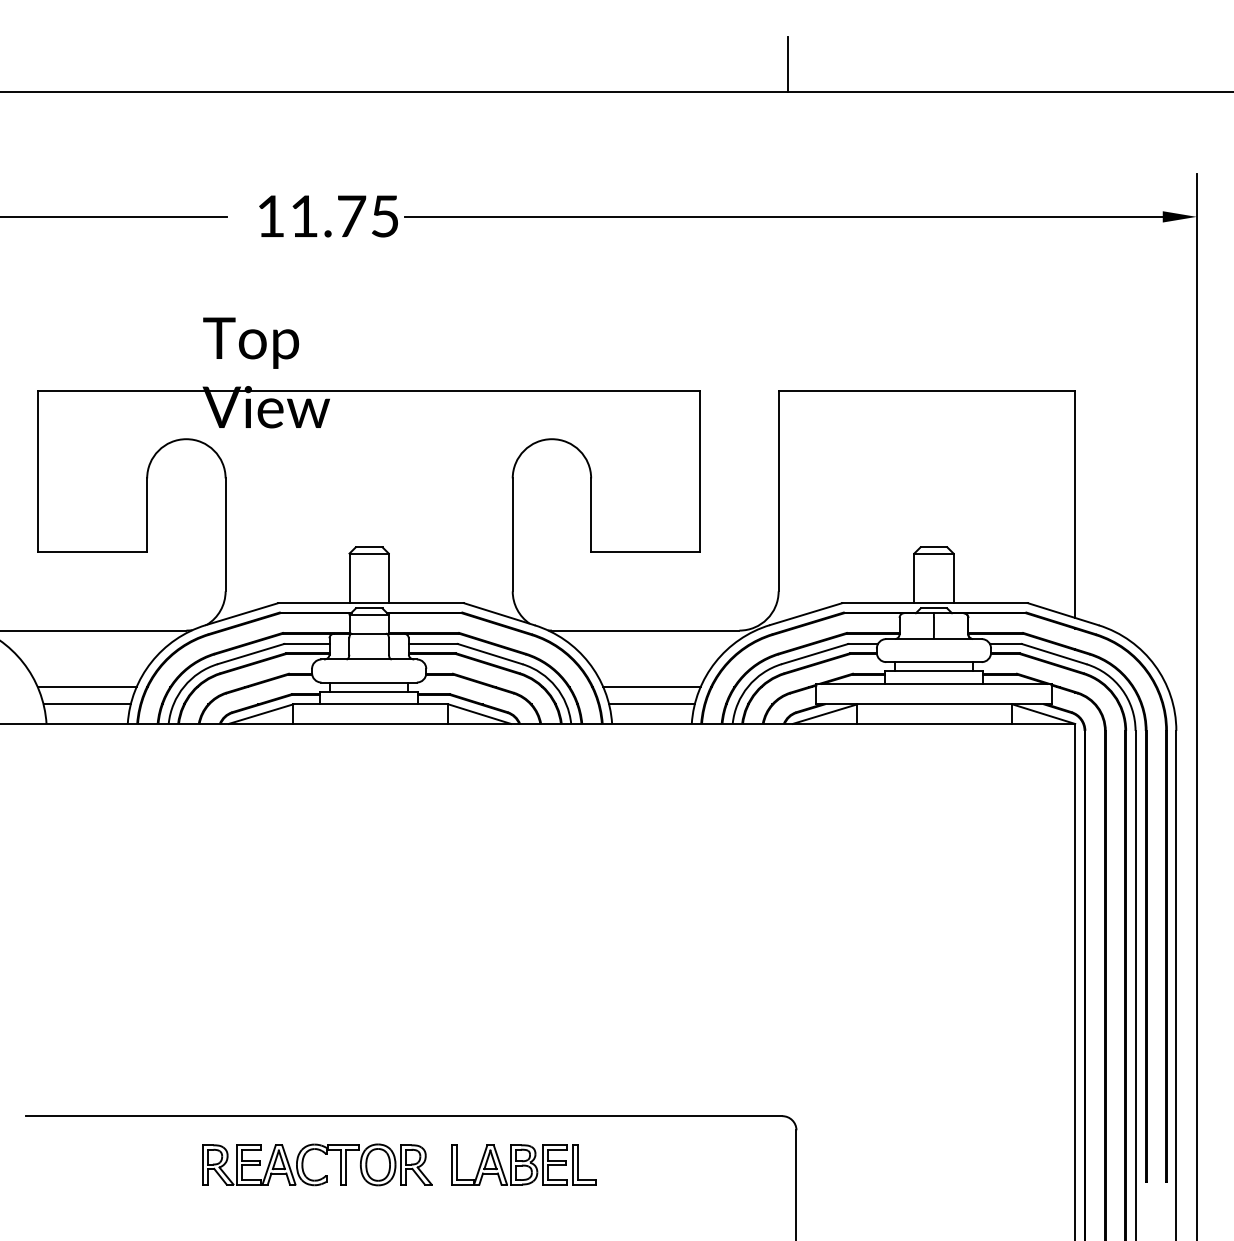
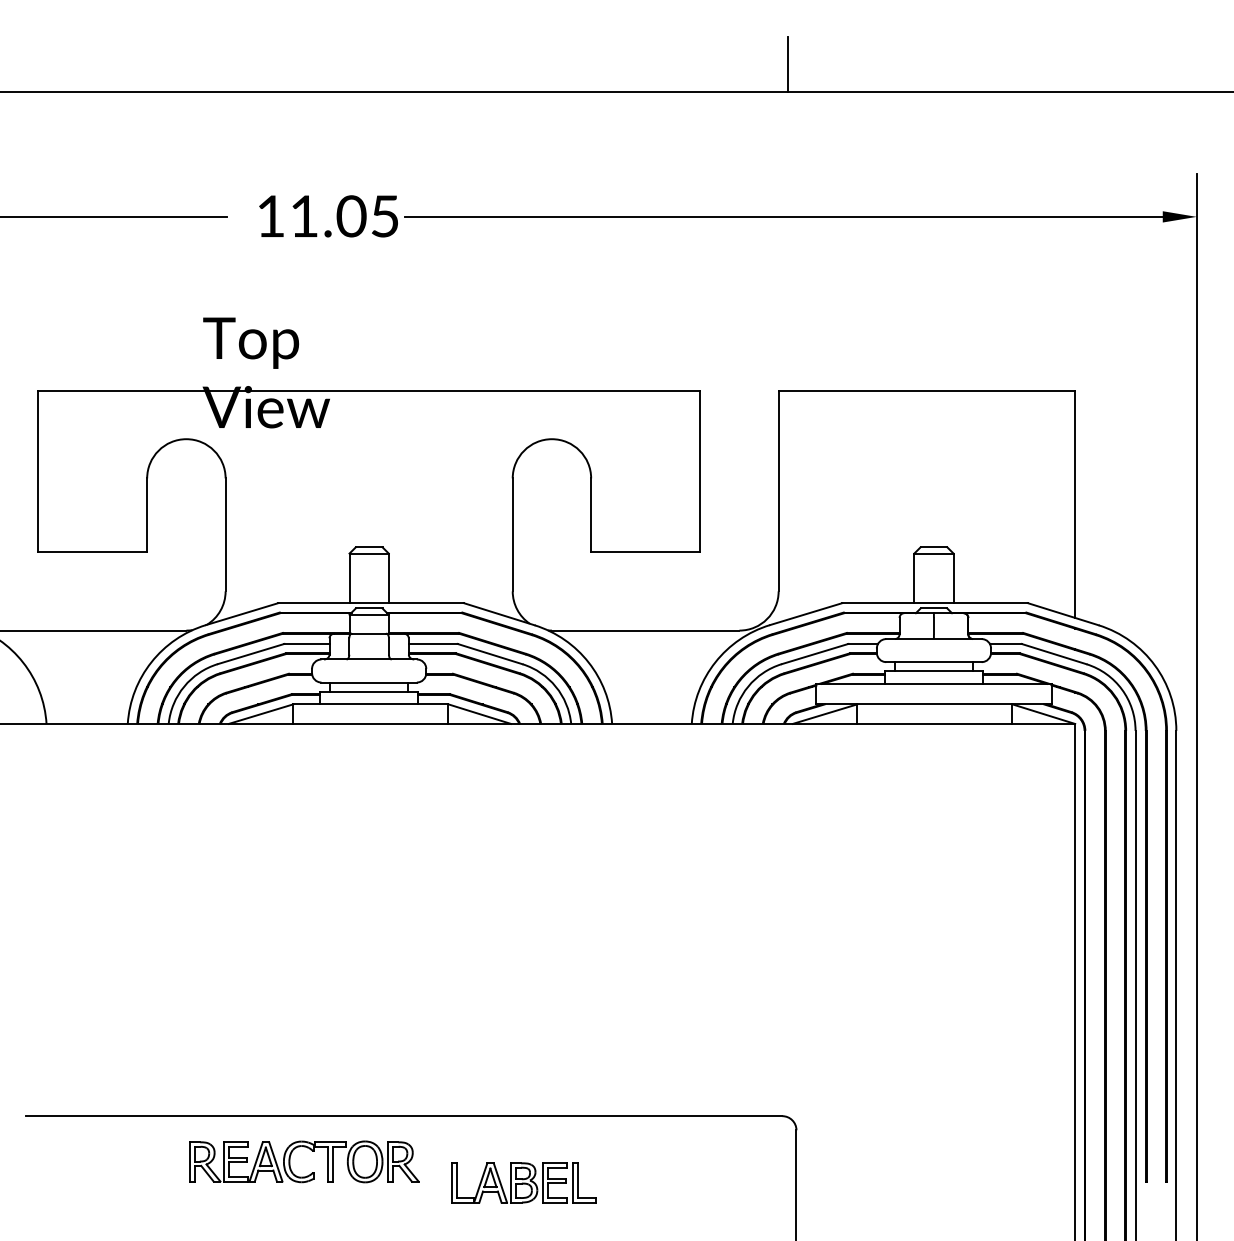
text at (351, 216): 11.75 -> 11.05
line at (86, 687): present -> none
line at (651, 687): present -> none
line at (86, 704): present -> none
line at (651, 704): present -> none
part at (323, 1153) position: (323, 1153) -> (310, 1150)
part at (523, 1164) position: (523, 1164) -> (523, 1182)
